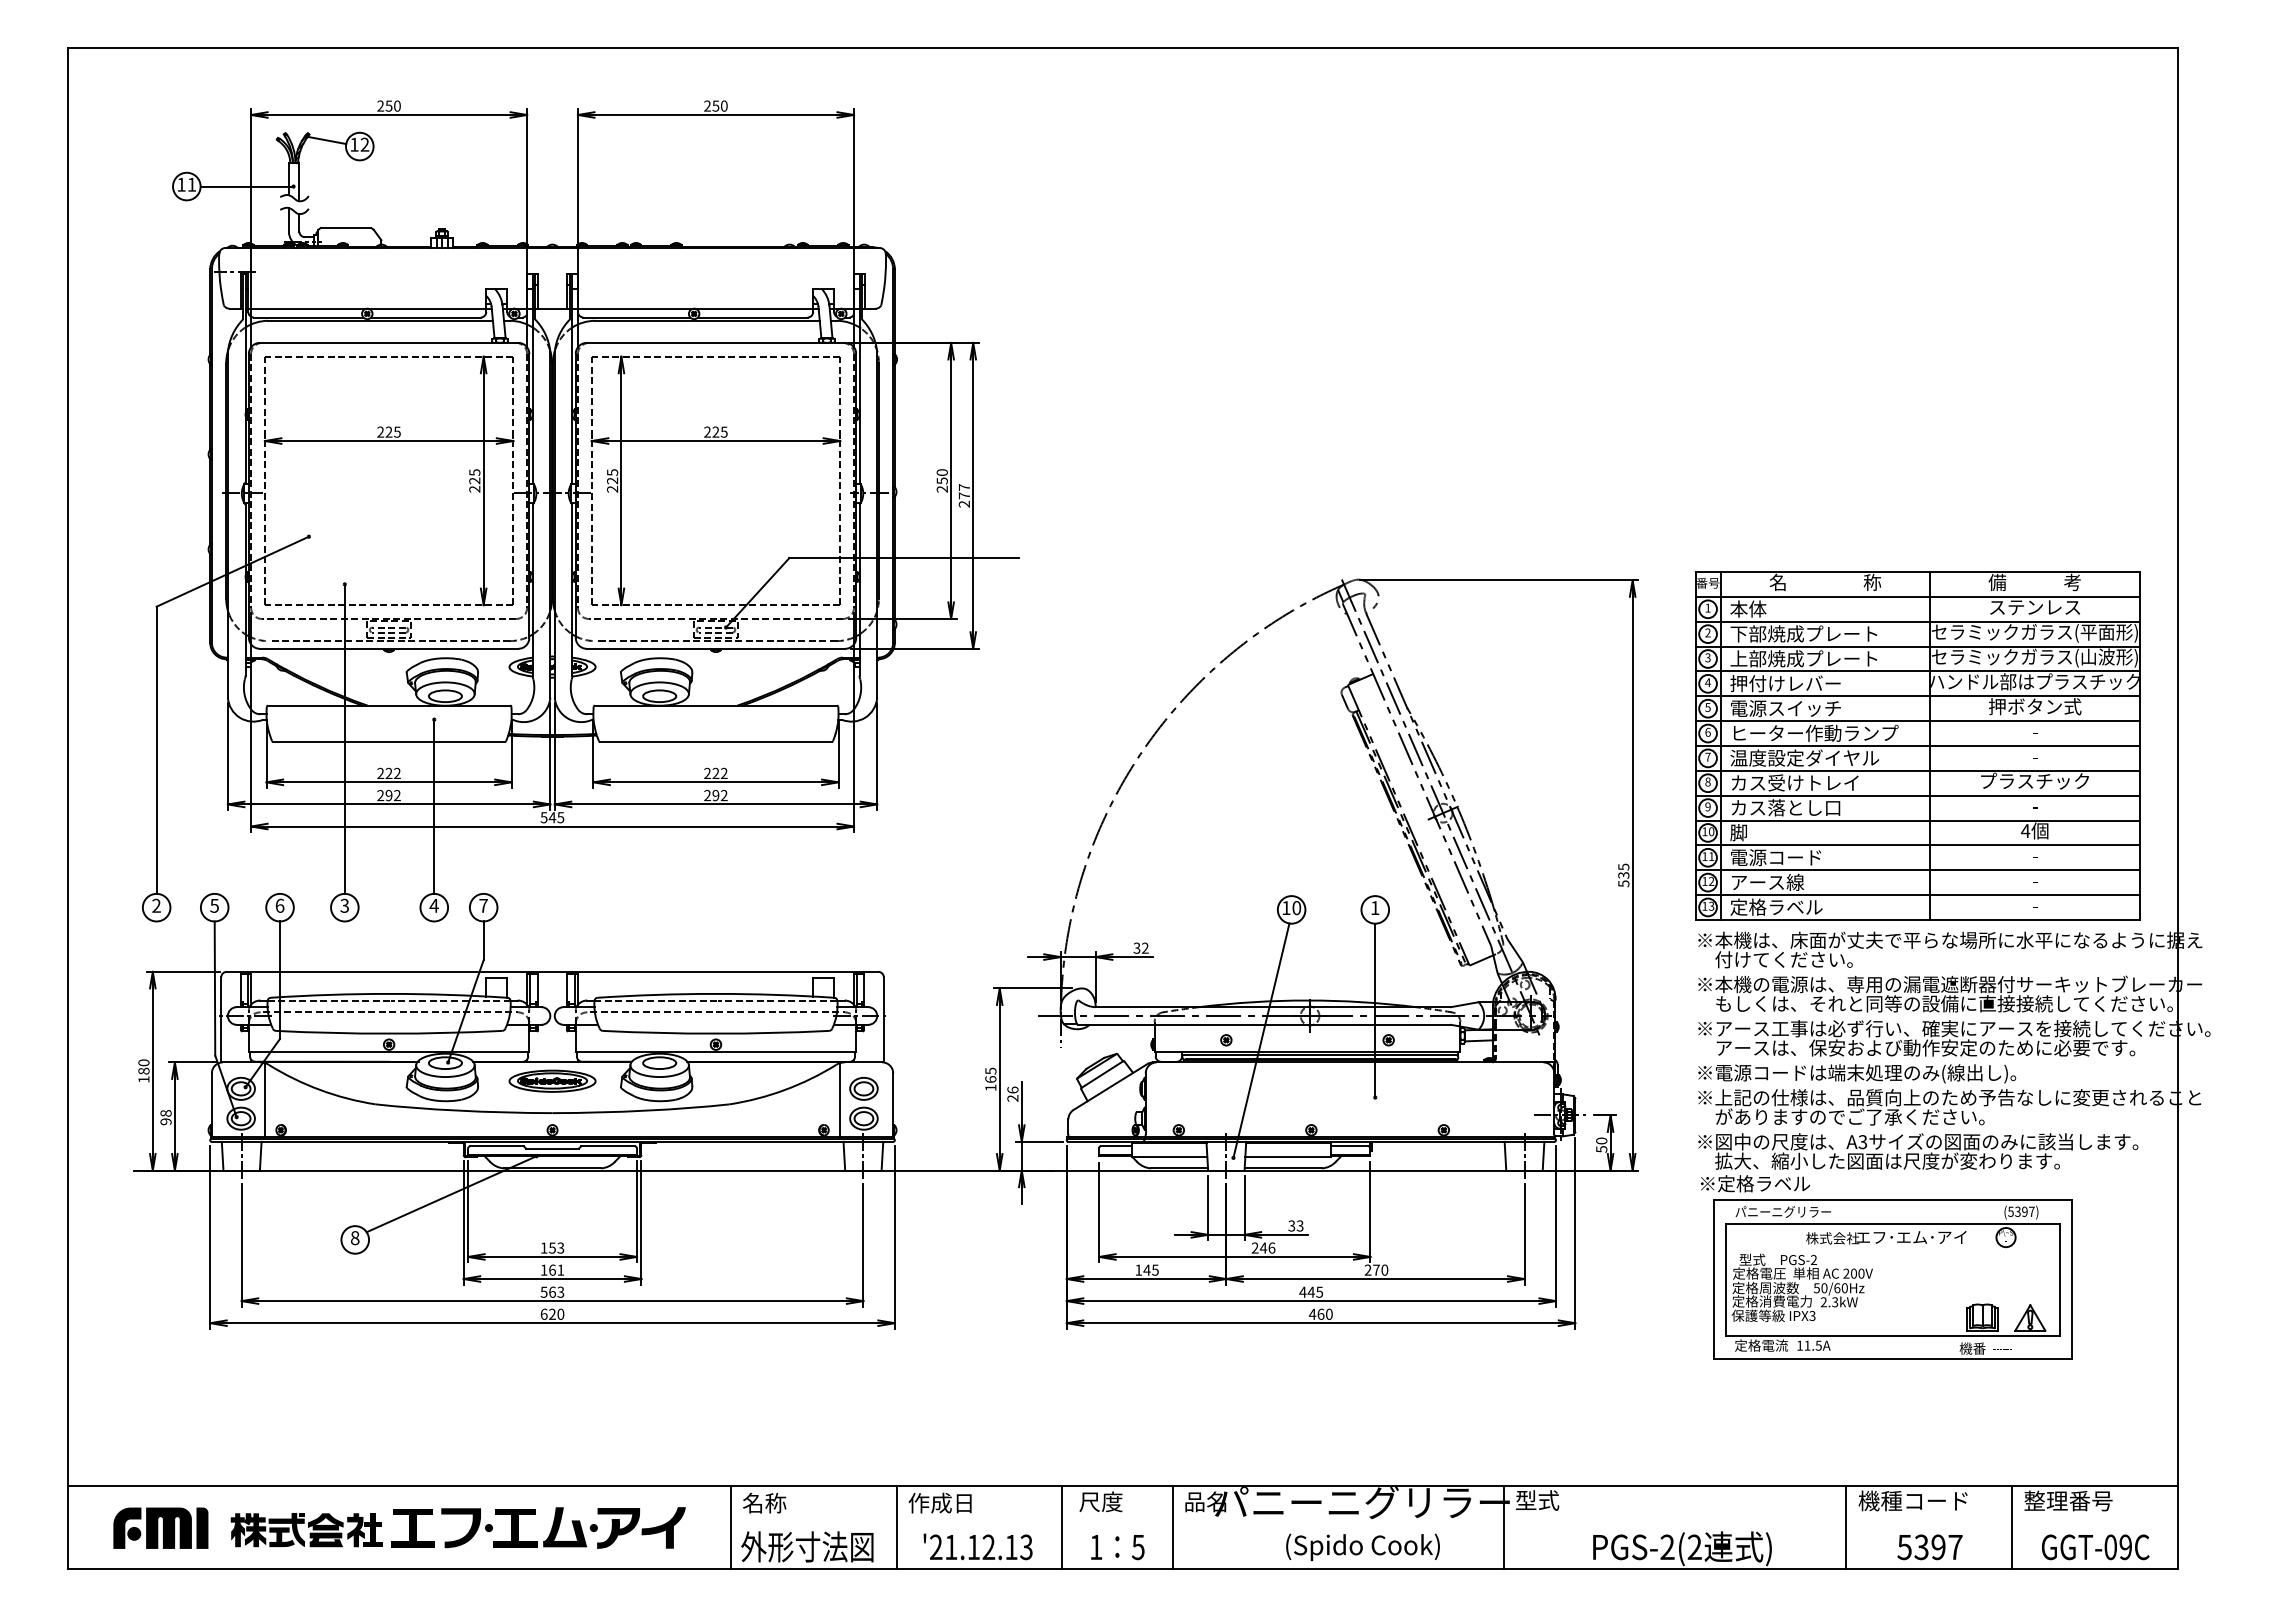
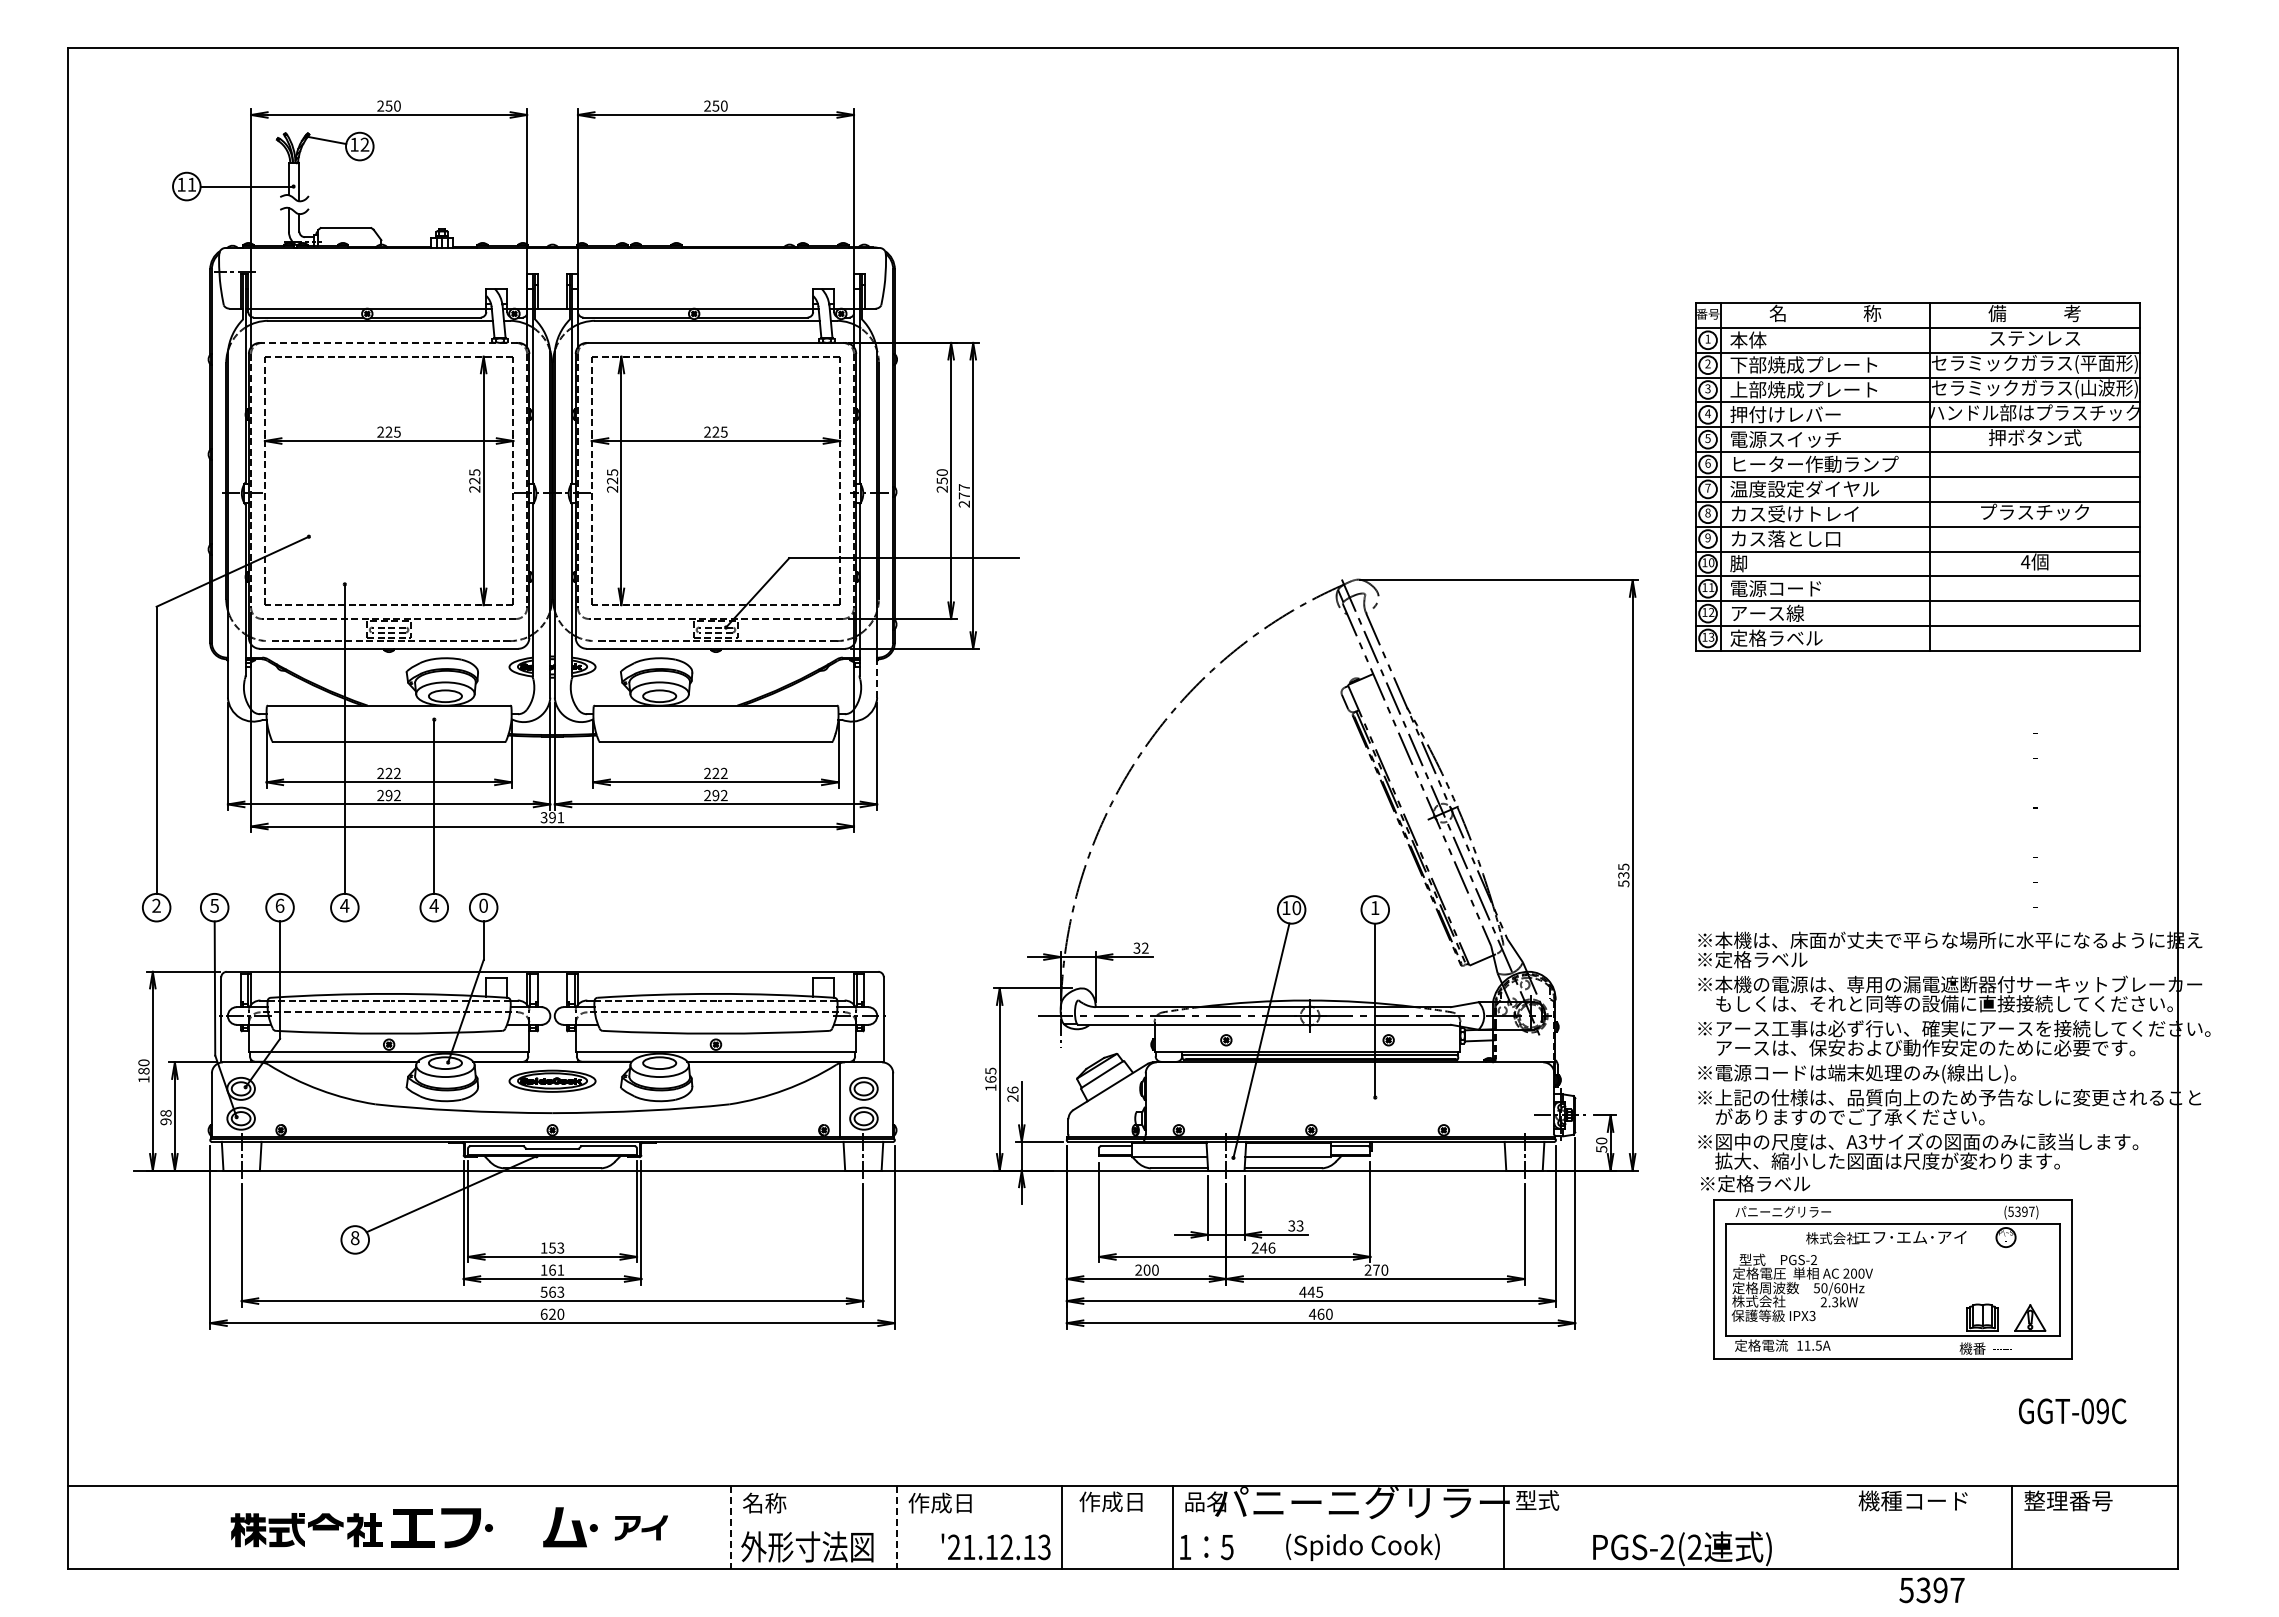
line at (388, 342): solid -> dashed
line at (877, 678): solid -> dashed
part at (1917, 745) position: (1917, 745) -> (1917, 476)
text at (552, 817): 545 -> 391
text at (344, 905): 3 -> 4
text at (483, 905): 7 -> 0
text at (1775, 959): 付けてください。 -> ※定格ラベル
line at (264, 1100): present -> none
text at (1146, 1269): 145 -> 200
text at (1771, 1301): 定格消費電力 -> 株式会社
text at (1110, 1501): 尺度 -> 作成日
line at (1846, 1526): present -> none
part at (160, 1527): present -> none
part at (641, 1527) size: 89x42 px -> 54x26 px
line at (730, 1527): solid -> dashed
line at (896, 1527): solid -> dashed
fill at (514, 1528): present -> none
fill at (326, 1539): present -> none
text at (977, 1546) position: (977, 1546) -> (995, 1546)
text at (1117, 1547) position: (1117, 1547) -> (1206, 1547)
text at (1929, 1547) position: (1929, 1547) -> (1931, 1590)
text at (2095, 1547) position: (2095, 1547) -> (2072, 1411)
